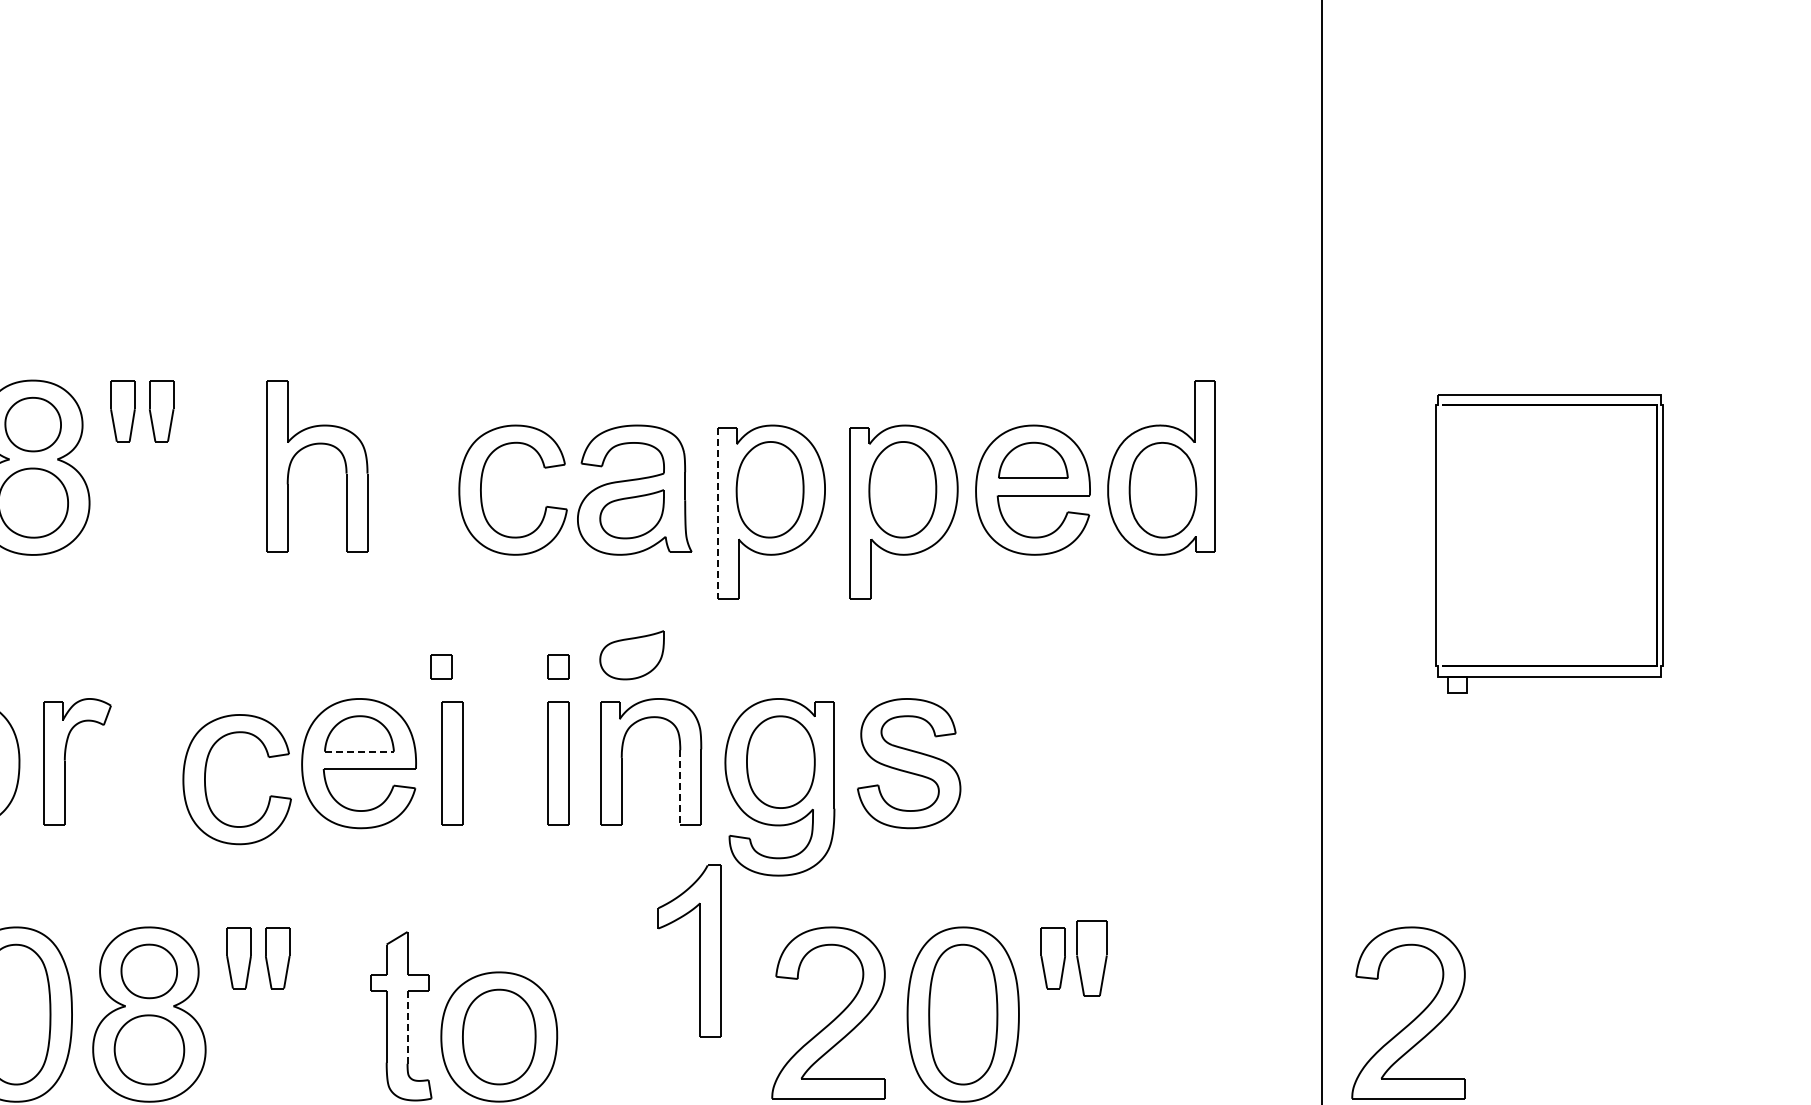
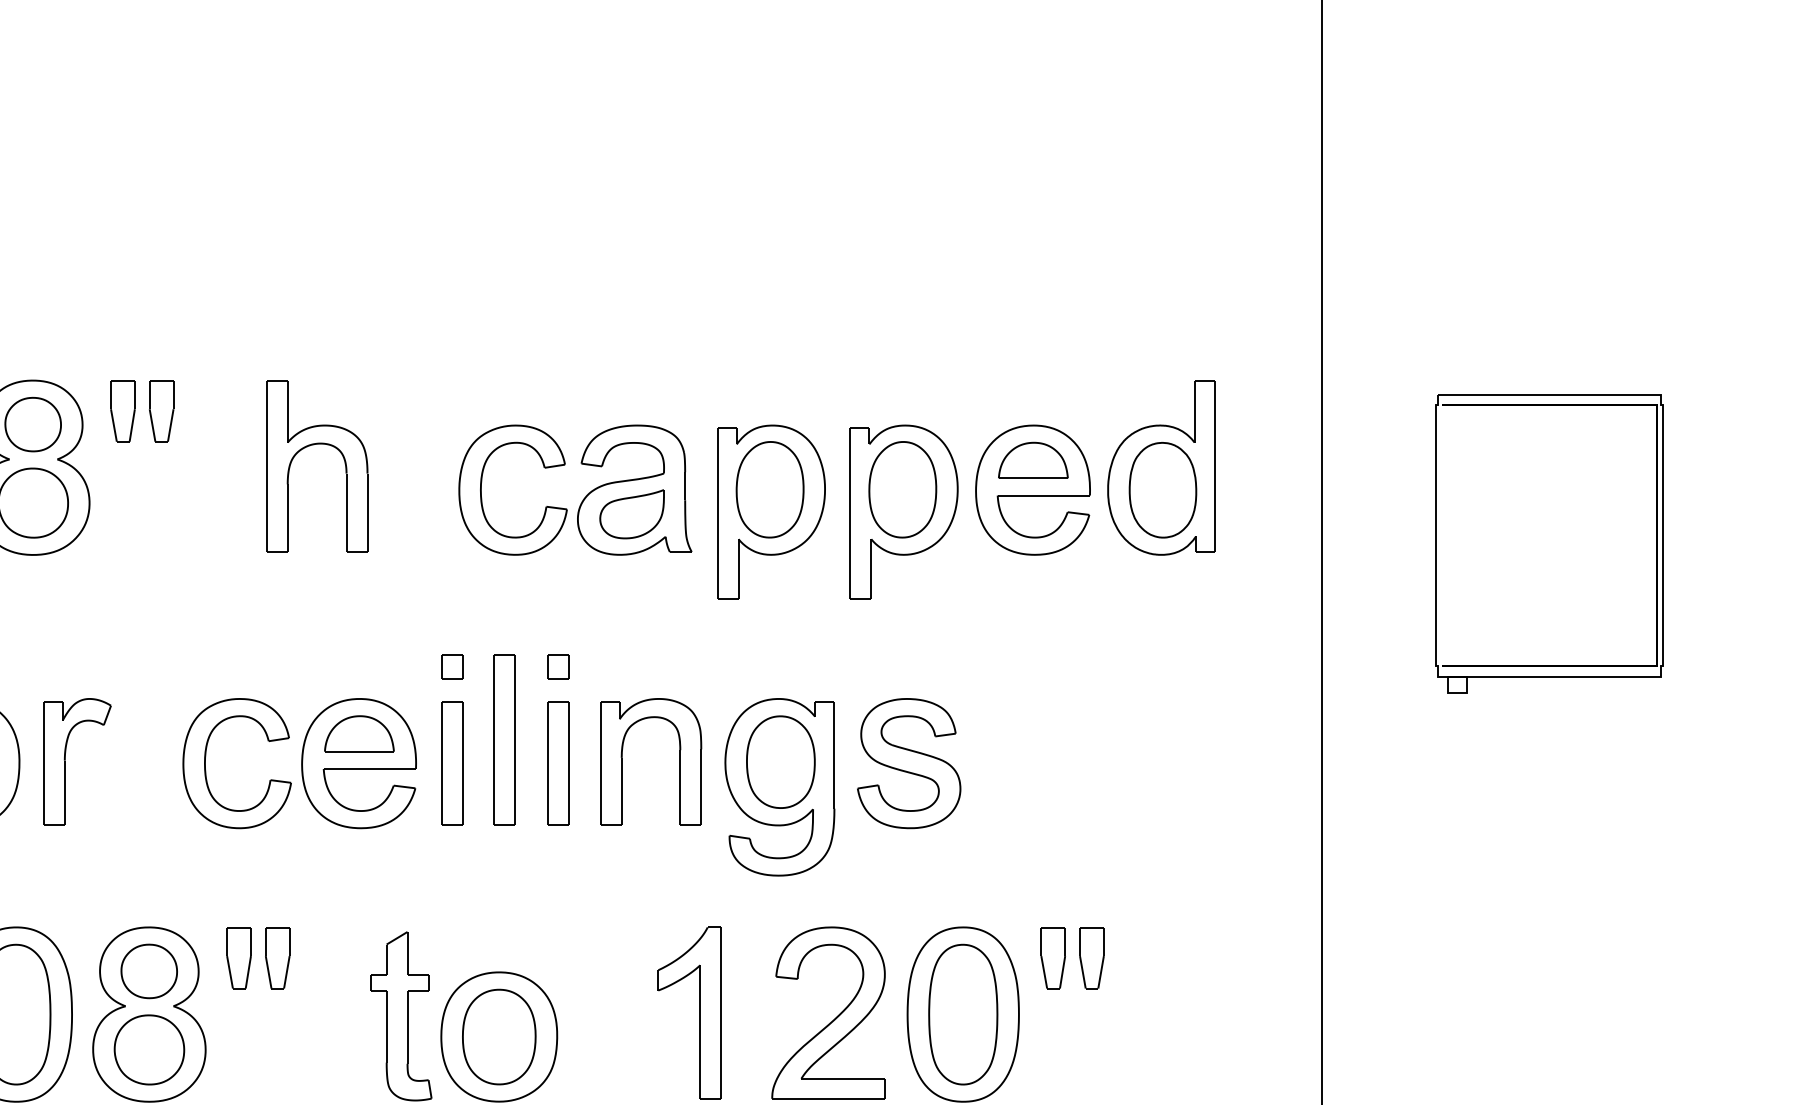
line at (717, 513): dashed -> solid
part at (631, 655): present -> none
part at (441, 666) position: (441, 666) -> (452, 666)
part at (504, 739): none -> present
line at (359, 751): dashed -> solid
part at (206, 772) position: (206, 772) -> (206, 756)
line at (680, 787): dashed -> solid
part at (699, 950) position: (699, 950) -> (699, 1012)
part at (1091, 958) size: 32x77 px -> 26x63 px
part at (1414, 1018): present -> none
line at (407, 1027): dashed -> solid
